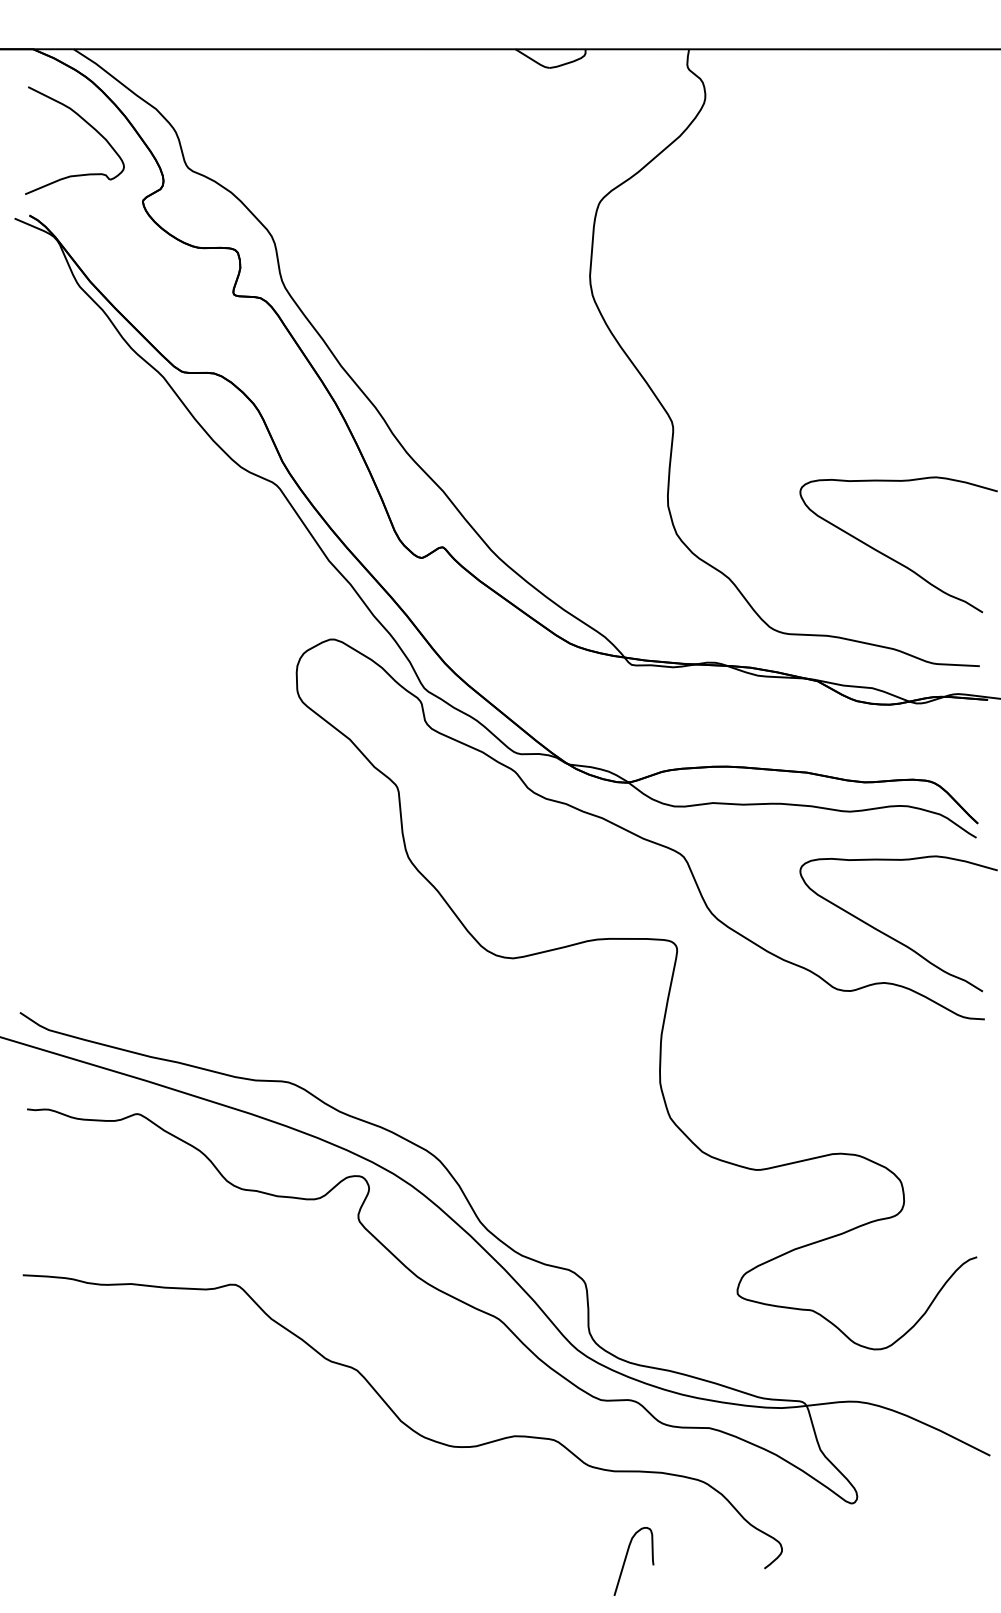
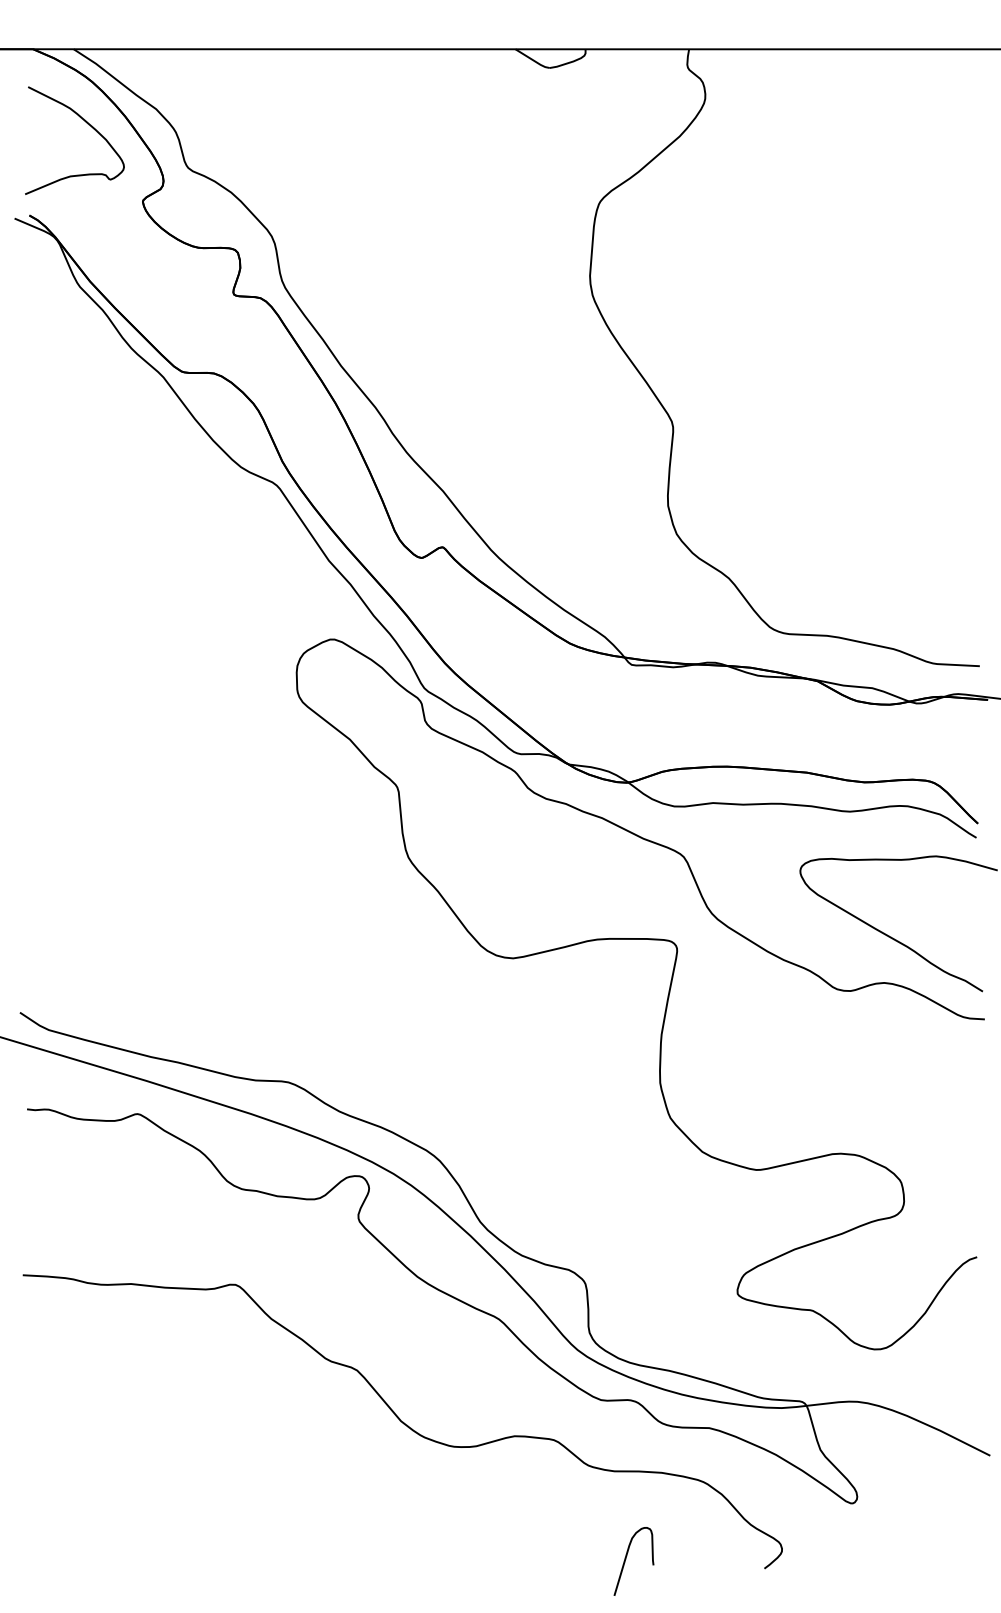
curve at (891, 557): present -> none
